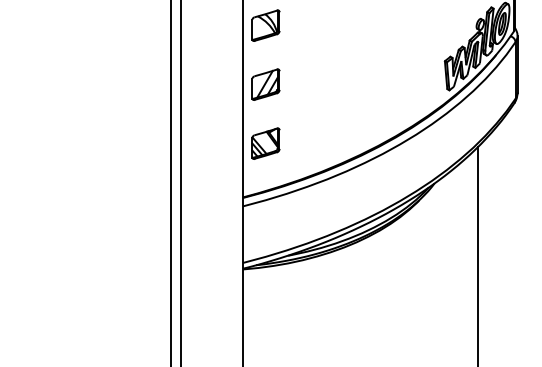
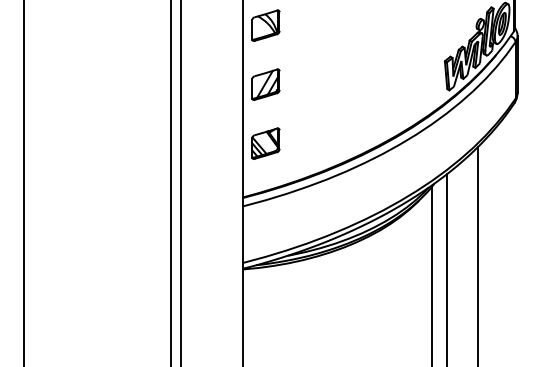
line at (24, 182): none -> present
line at (446, 268): none -> present
line at (431, 274): none -> present
